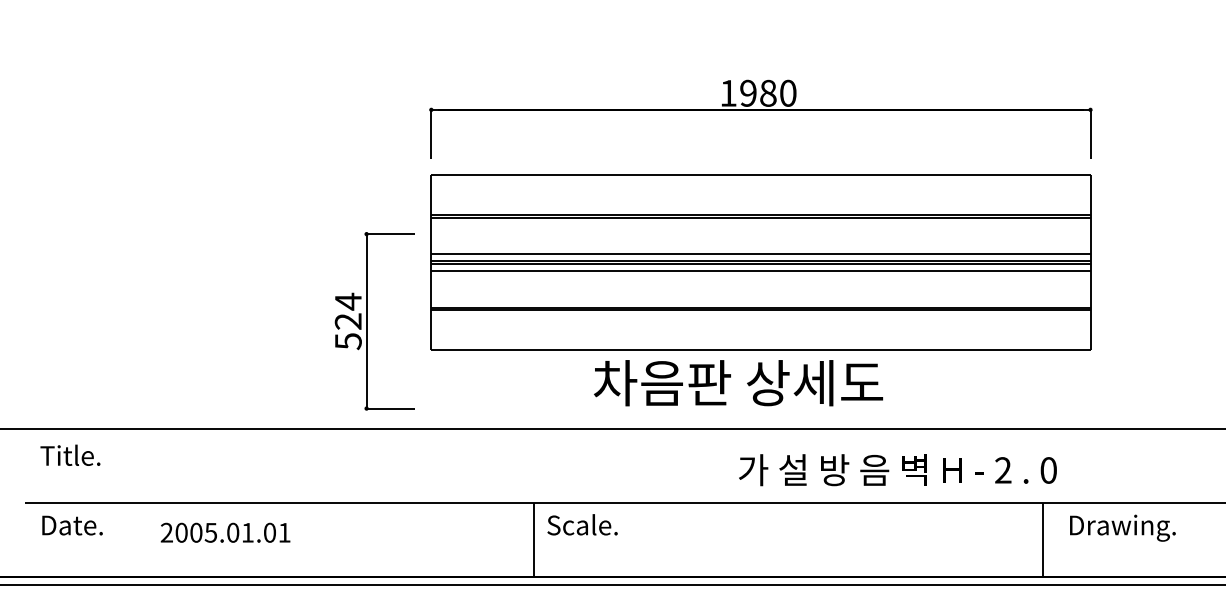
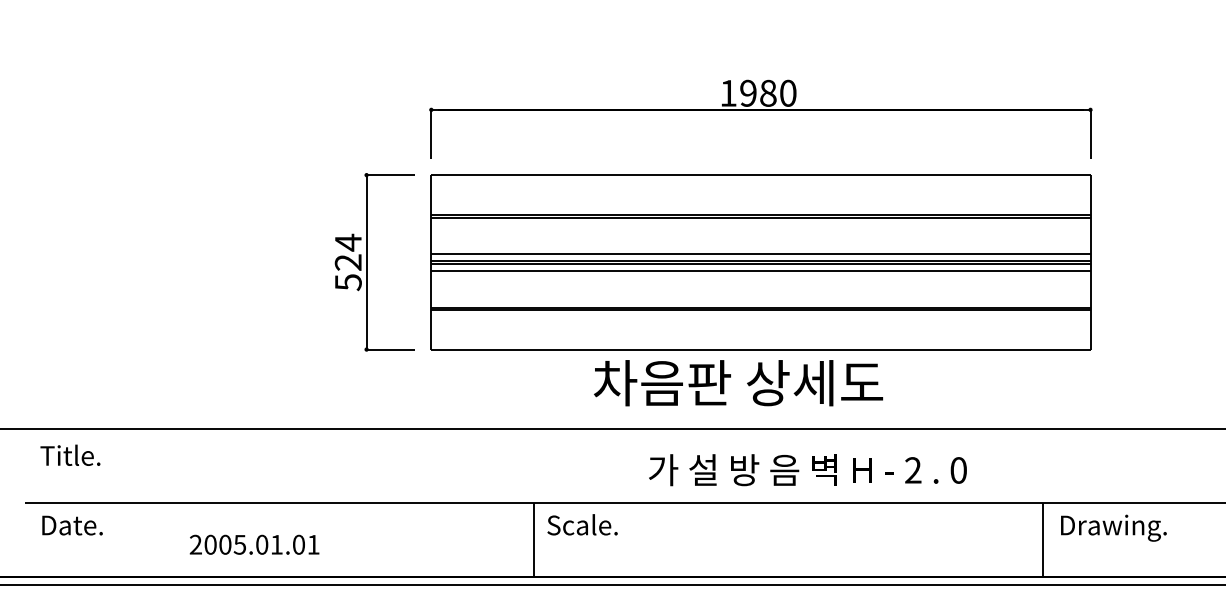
part at (367, 321) position: (367, 321) -> (367, 262)
text at (897, 470) position: (897, 470) -> (807, 470)
text at (1122, 527) position: (1122, 527) -> (1113, 527)
text at (225, 532) position: (225, 532) -> (254, 544)
